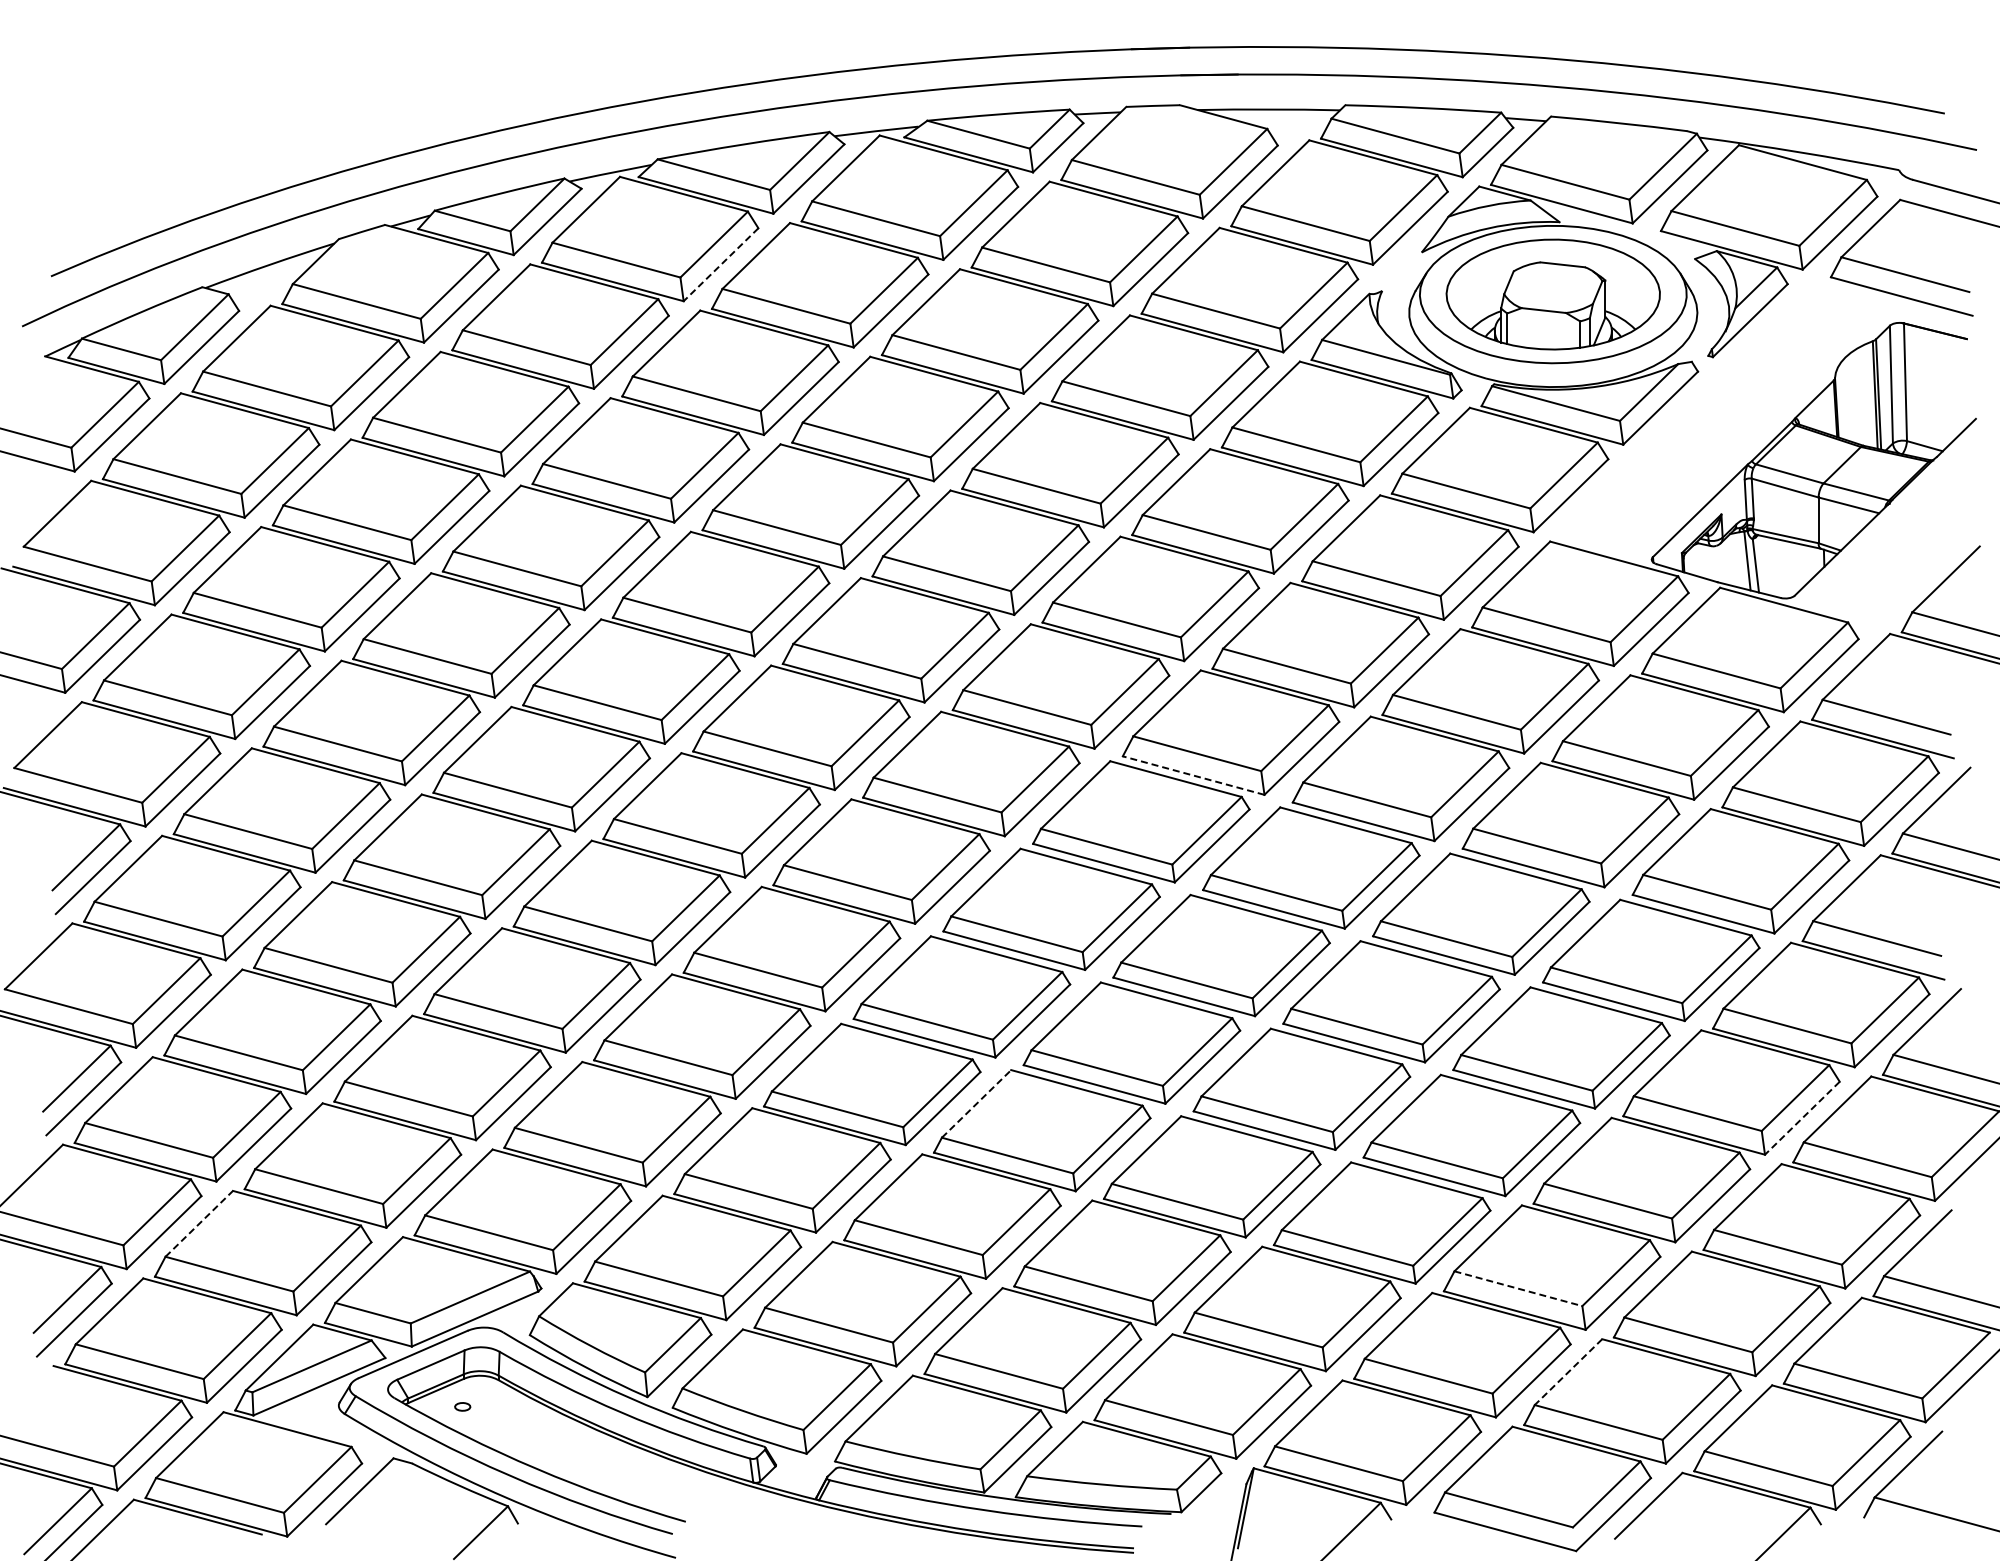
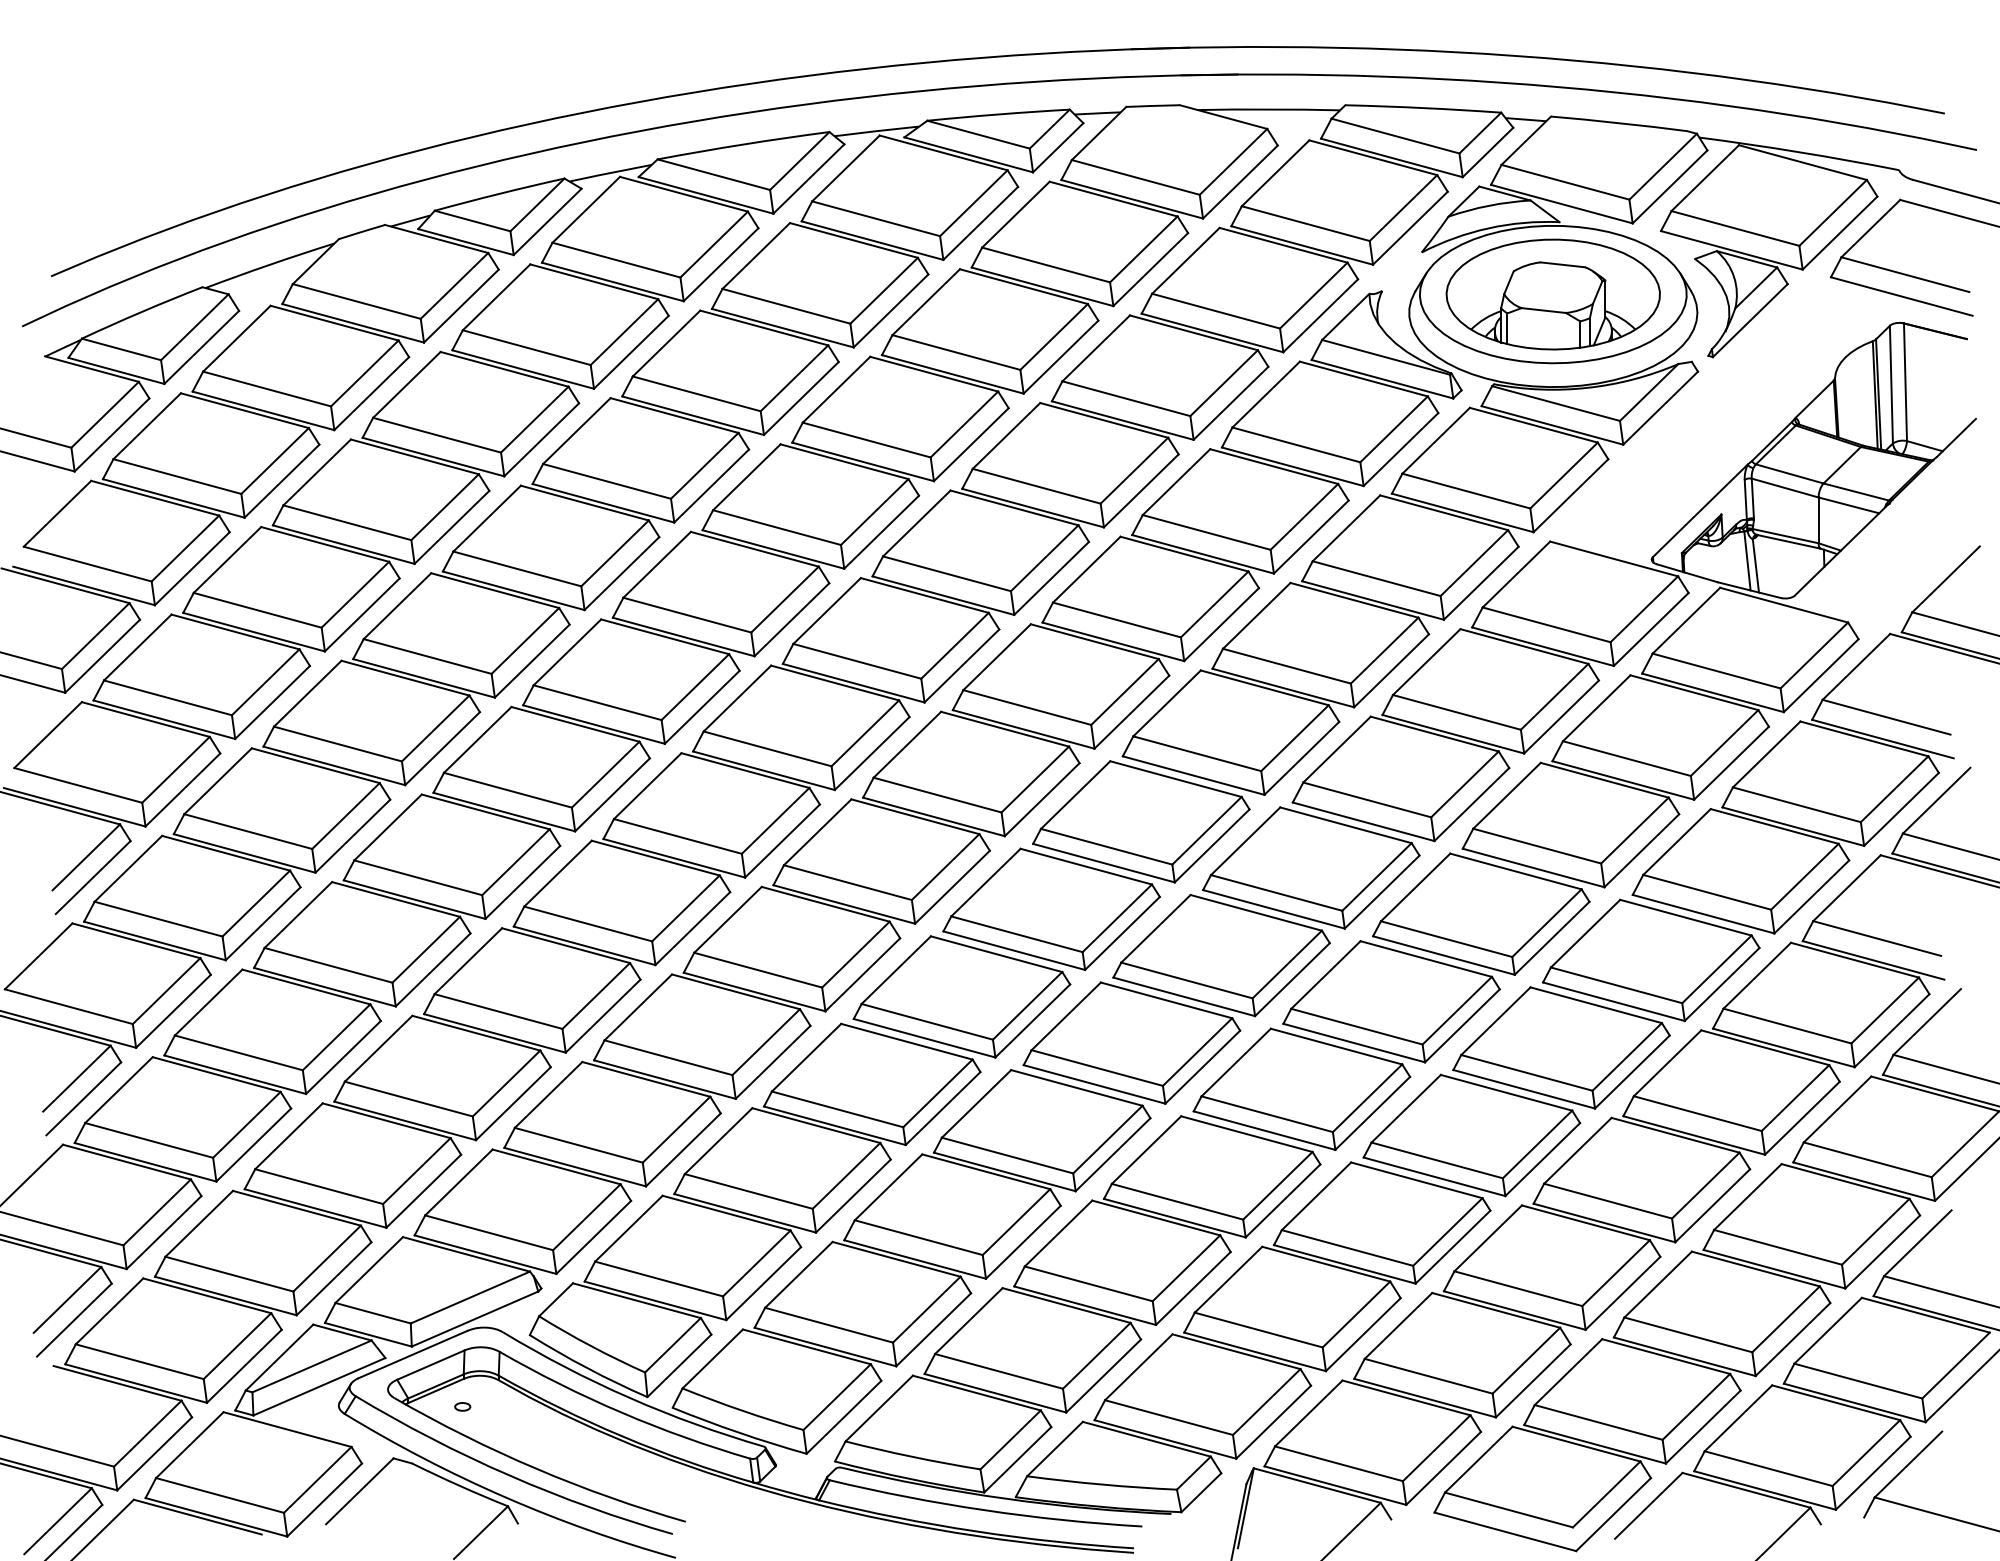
line at (720, 265): dashed -> solid
line at (1193, 775): dashed -> solid
line at (976, 1103): dashed -> solid
line at (1802, 1118): dashed -> solid
line at (199, 1223): dashed -> solid
line at (1518, 1288): dashed -> solid
line at (1568, 1372): dashed -> solid
